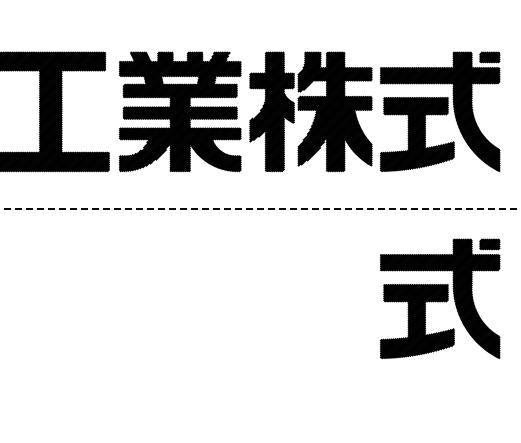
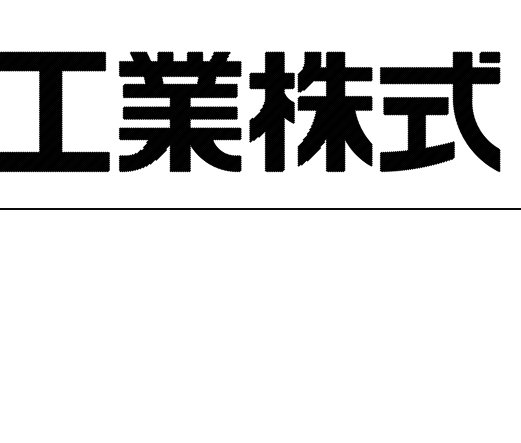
line at (260, 209): dashed -> solid
part at (440, 298): present -> none
